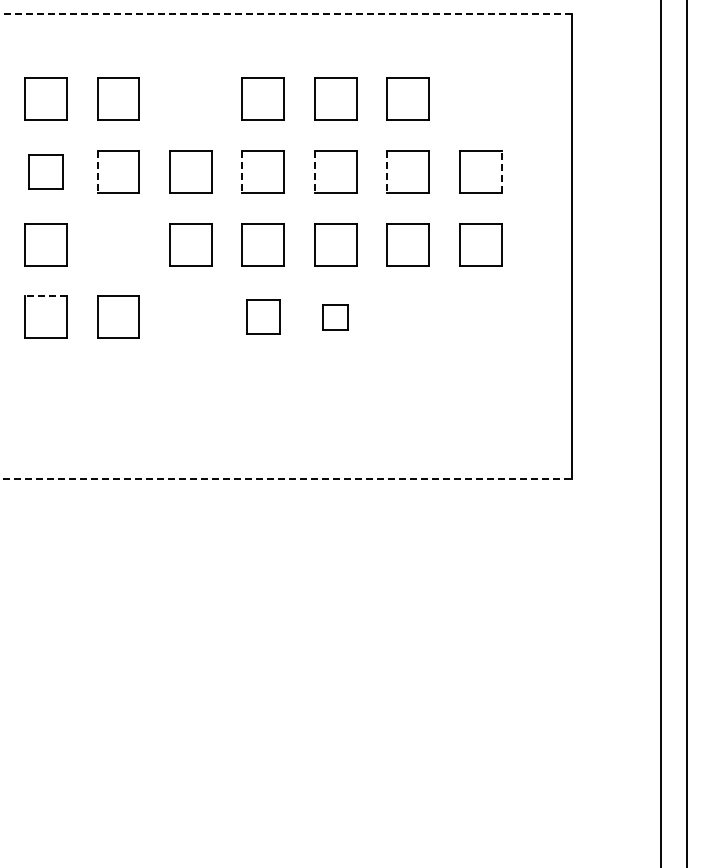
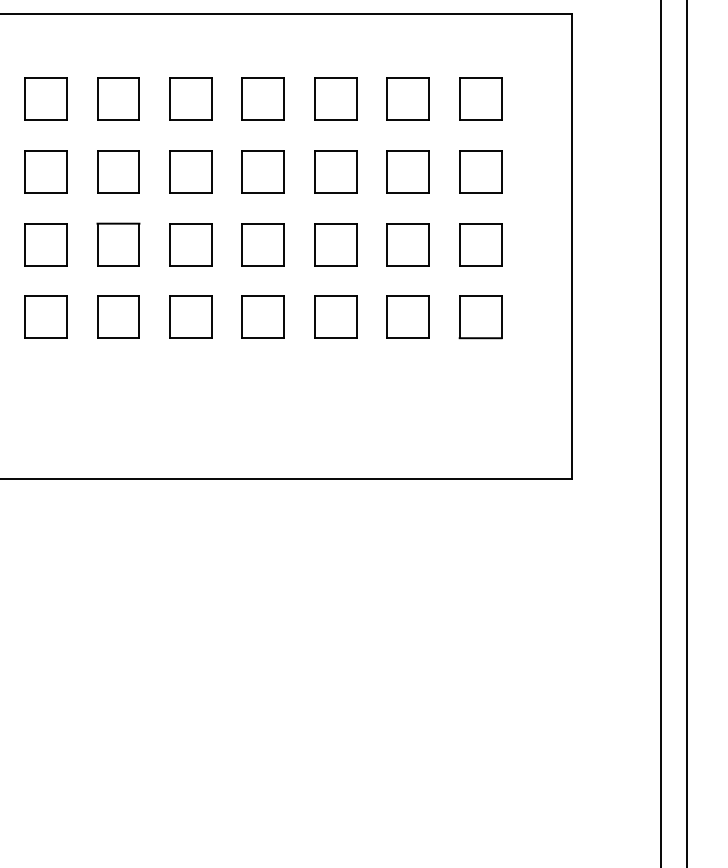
line at (286, 14): dashed -> solid
part at (190, 98): none -> present
part at (480, 98): none -> present
part at (45, 171) size: 36x36 px -> 44x44 px
line at (97, 172): dashed -> solid
line at (242, 172): dashed -> solid
line at (314, 172): dashed -> solid
line at (387, 172): dashed -> solid
line at (501, 172): dashed -> solid
part at (118, 244): none -> present
line at (46, 296): dashed -> solid
part at (190, 316): none -> present
part at (263, 316) size: 35x36 px -> 44x44 px
part at (407, 316): none -> present
part at (335, 317) size: 27x27 px -> 44x44 px
part at (480, 317): none -> present
line at (286, 478): dashed -> solid
